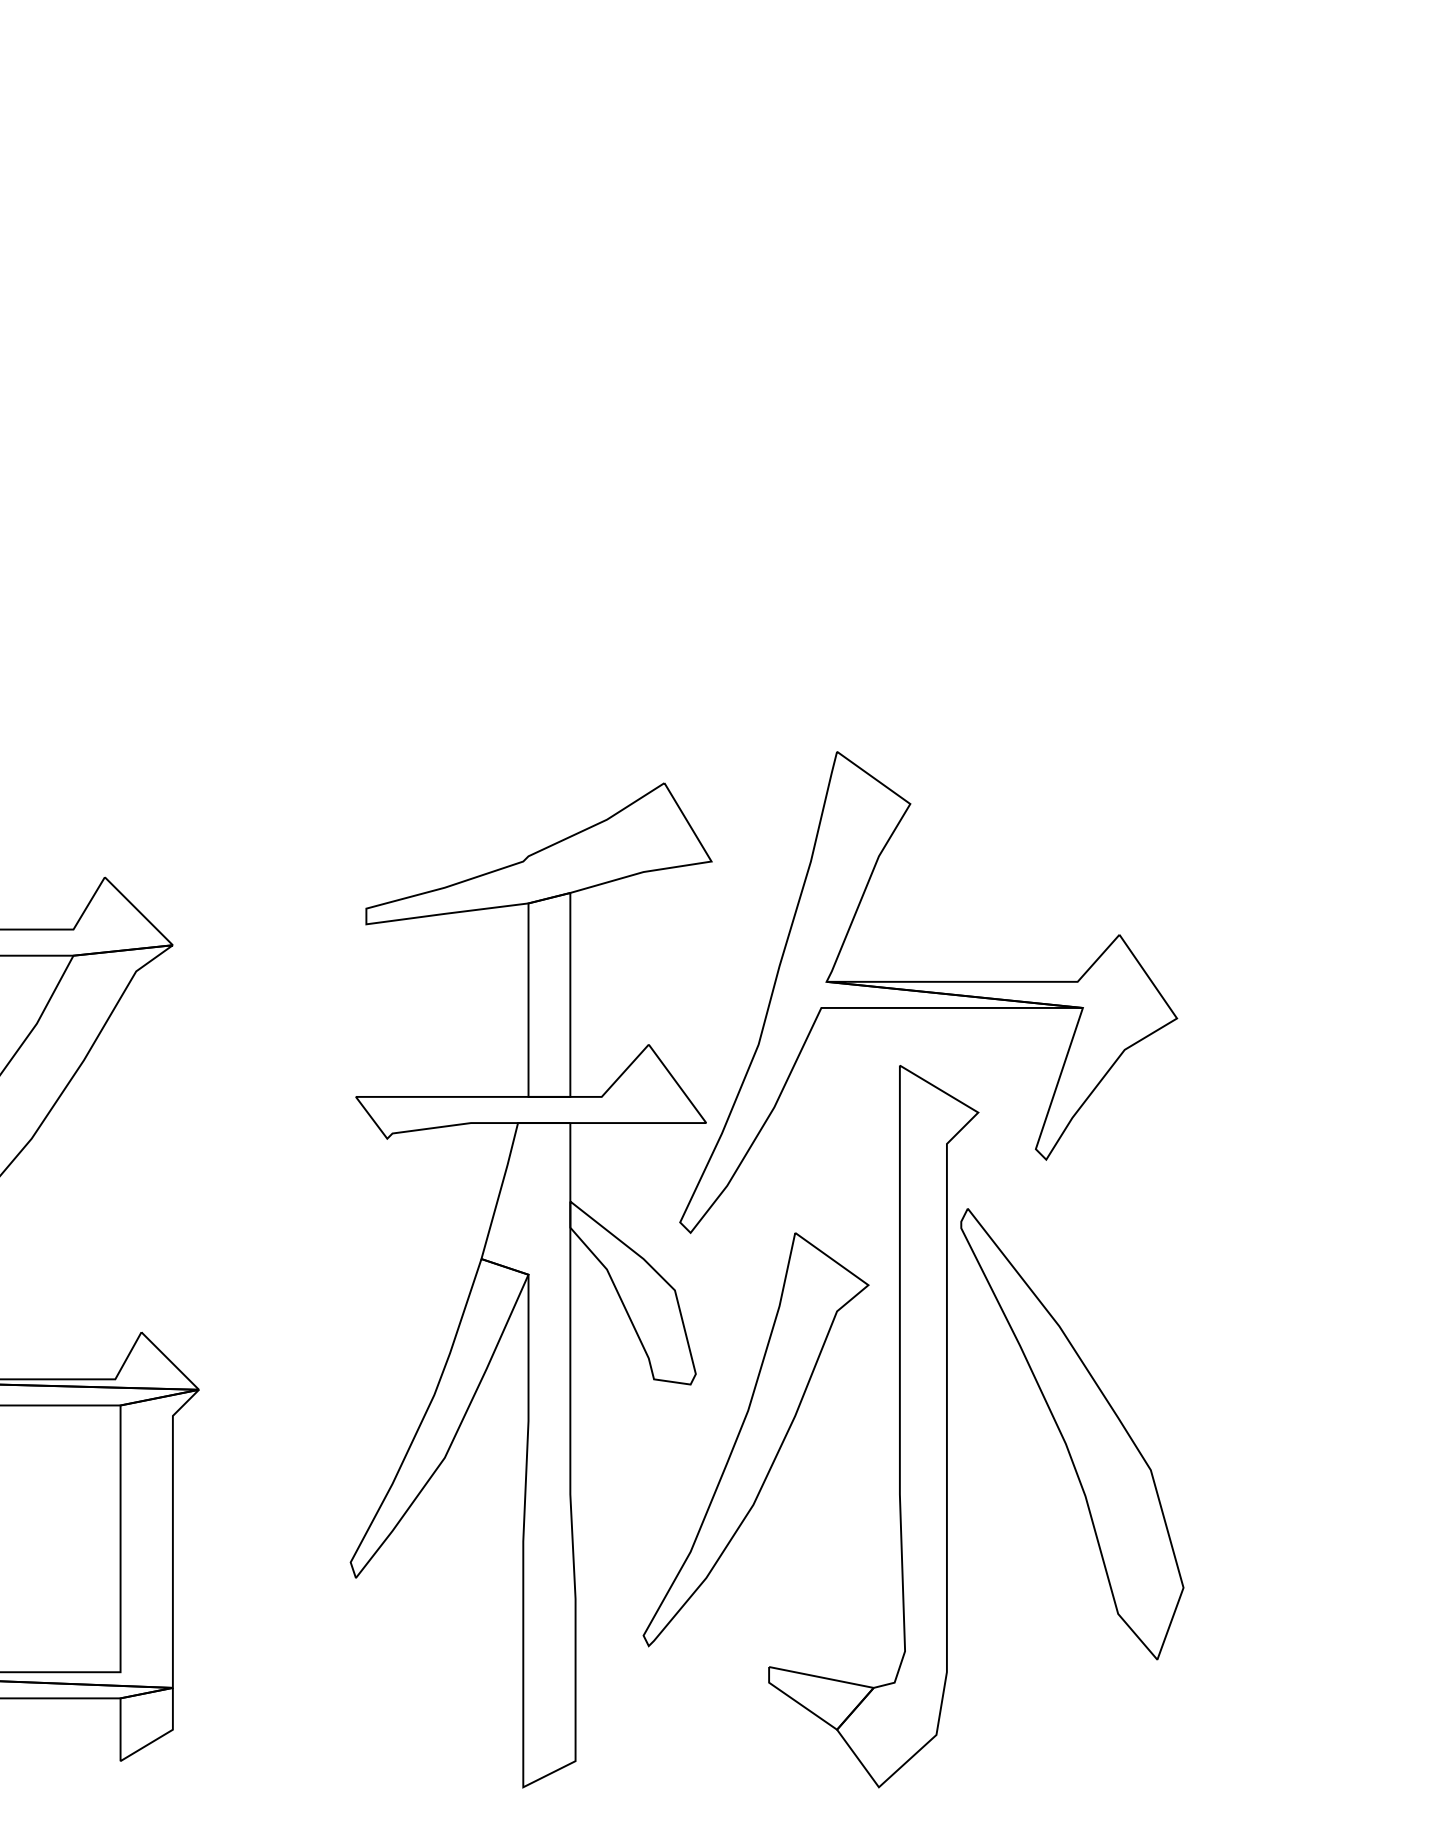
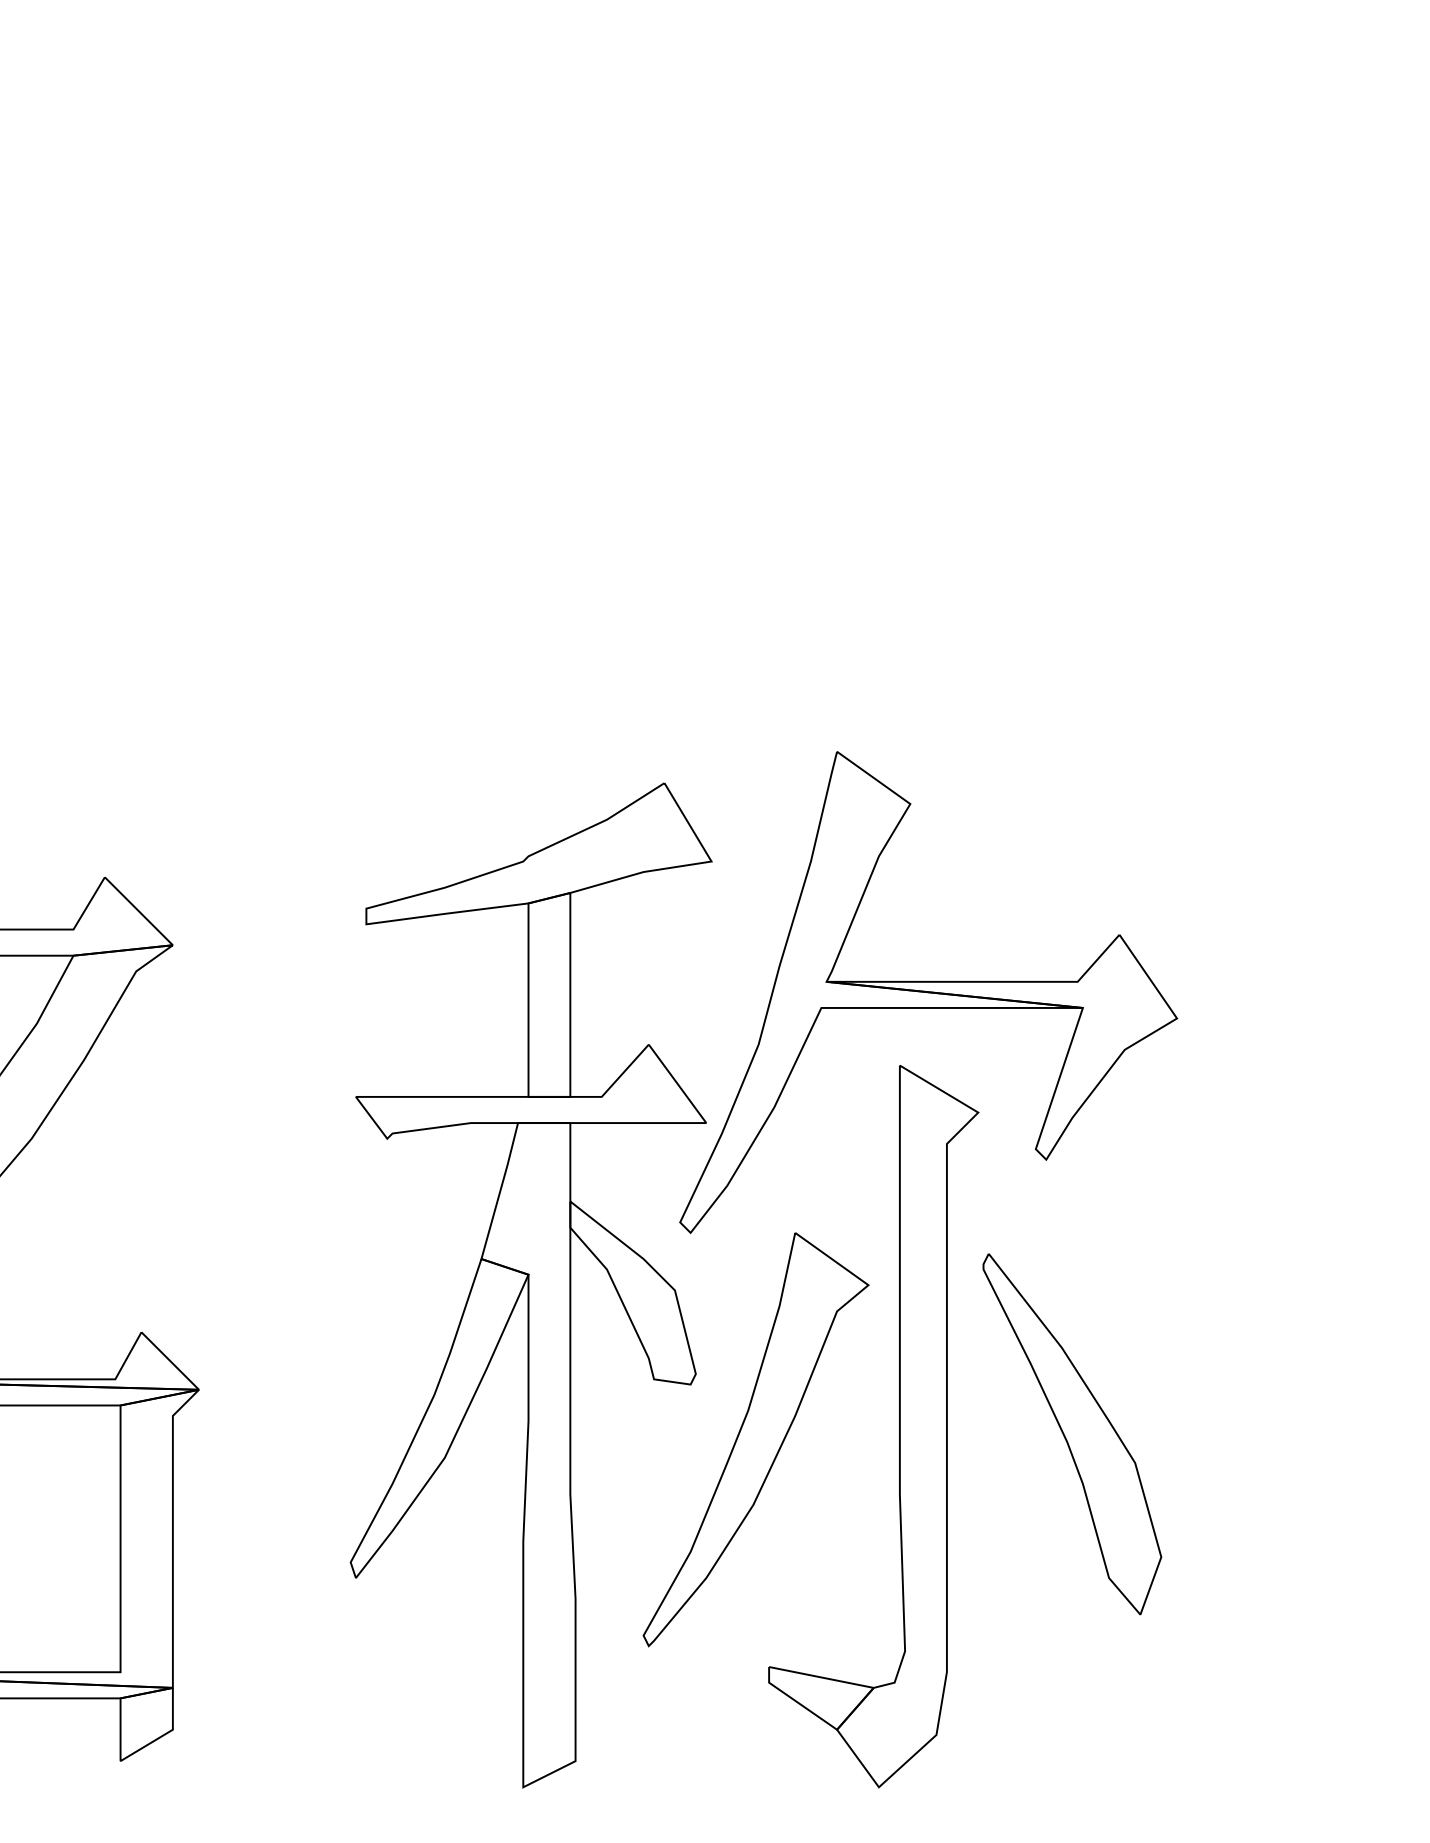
part at (1072, 1434) size: 225x453 px -> 181x363 px
